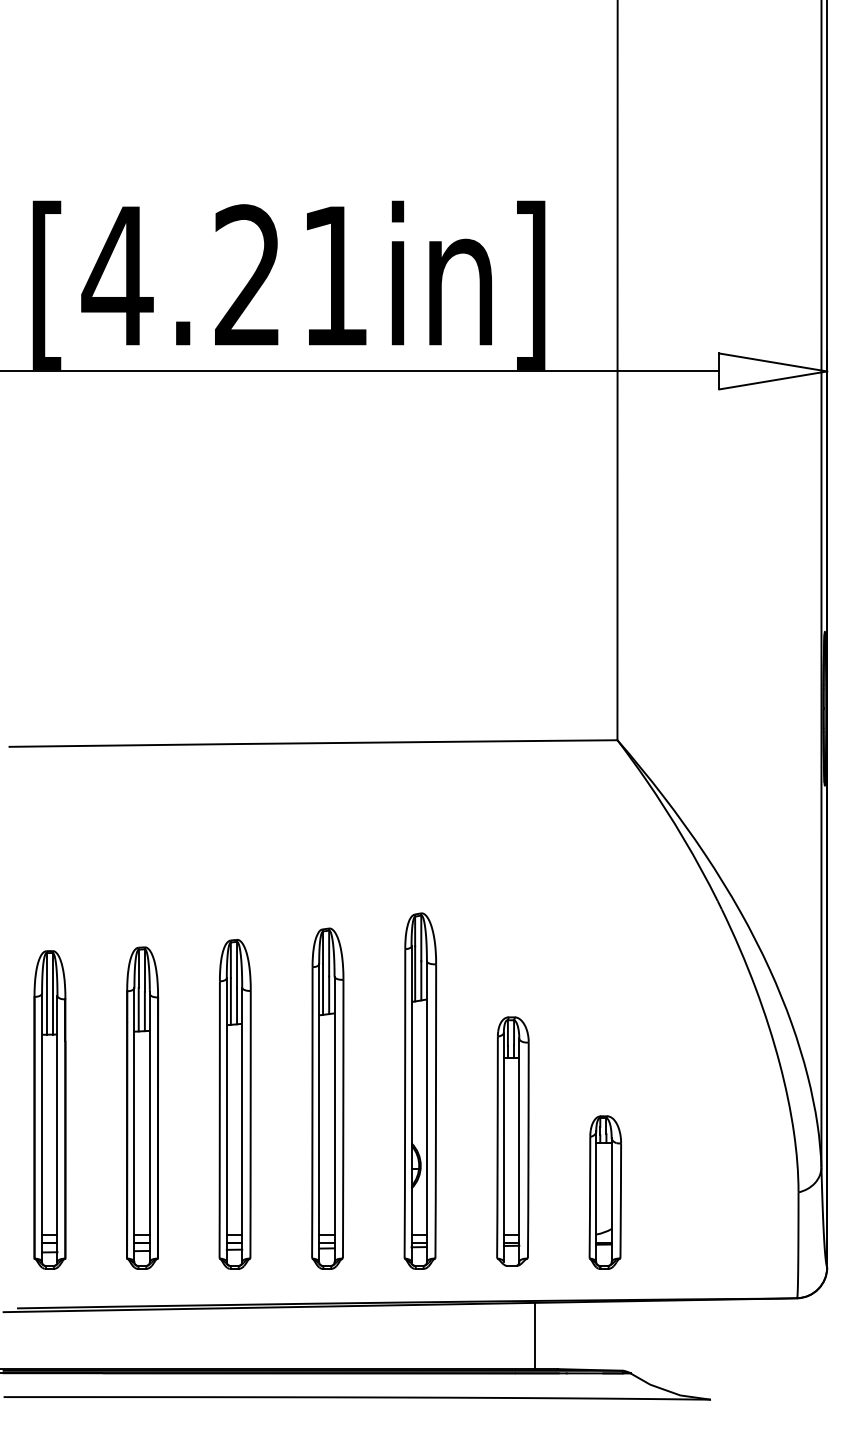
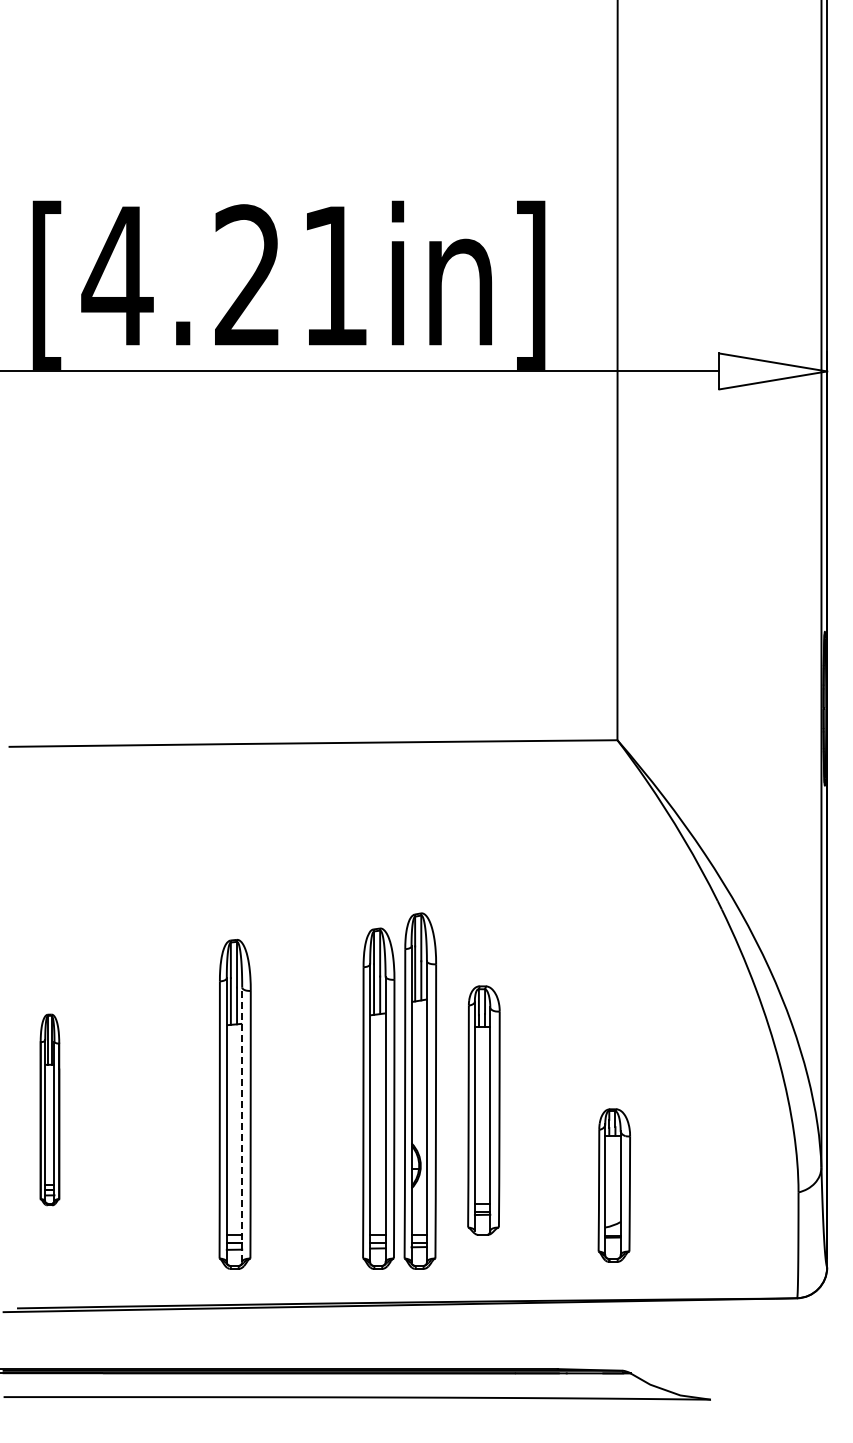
part at (327, 1098) position: (327, 1098) -> (378, 1098)
part at (142, 1107): present -> none
part at (49, 1109) size: 34x320 px -> 22x194 px
line at (242, 1124): solid -> dashed
part at (512, 1141) position: (512, 1141) -> (483, 1110)
part at (604, 1192) position: (604, 1192) -> (613, 1185)
line at (534, 1335): present -> none
